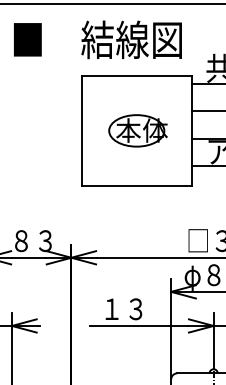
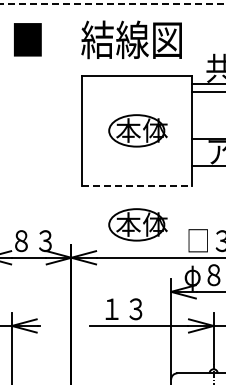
line at (112, 4): solid -> dashed
line at (206, 111) position: (206, 111) -> (206, 92)
line at (137, 186): solid -> dashed
part at (137, 224): none -> present
